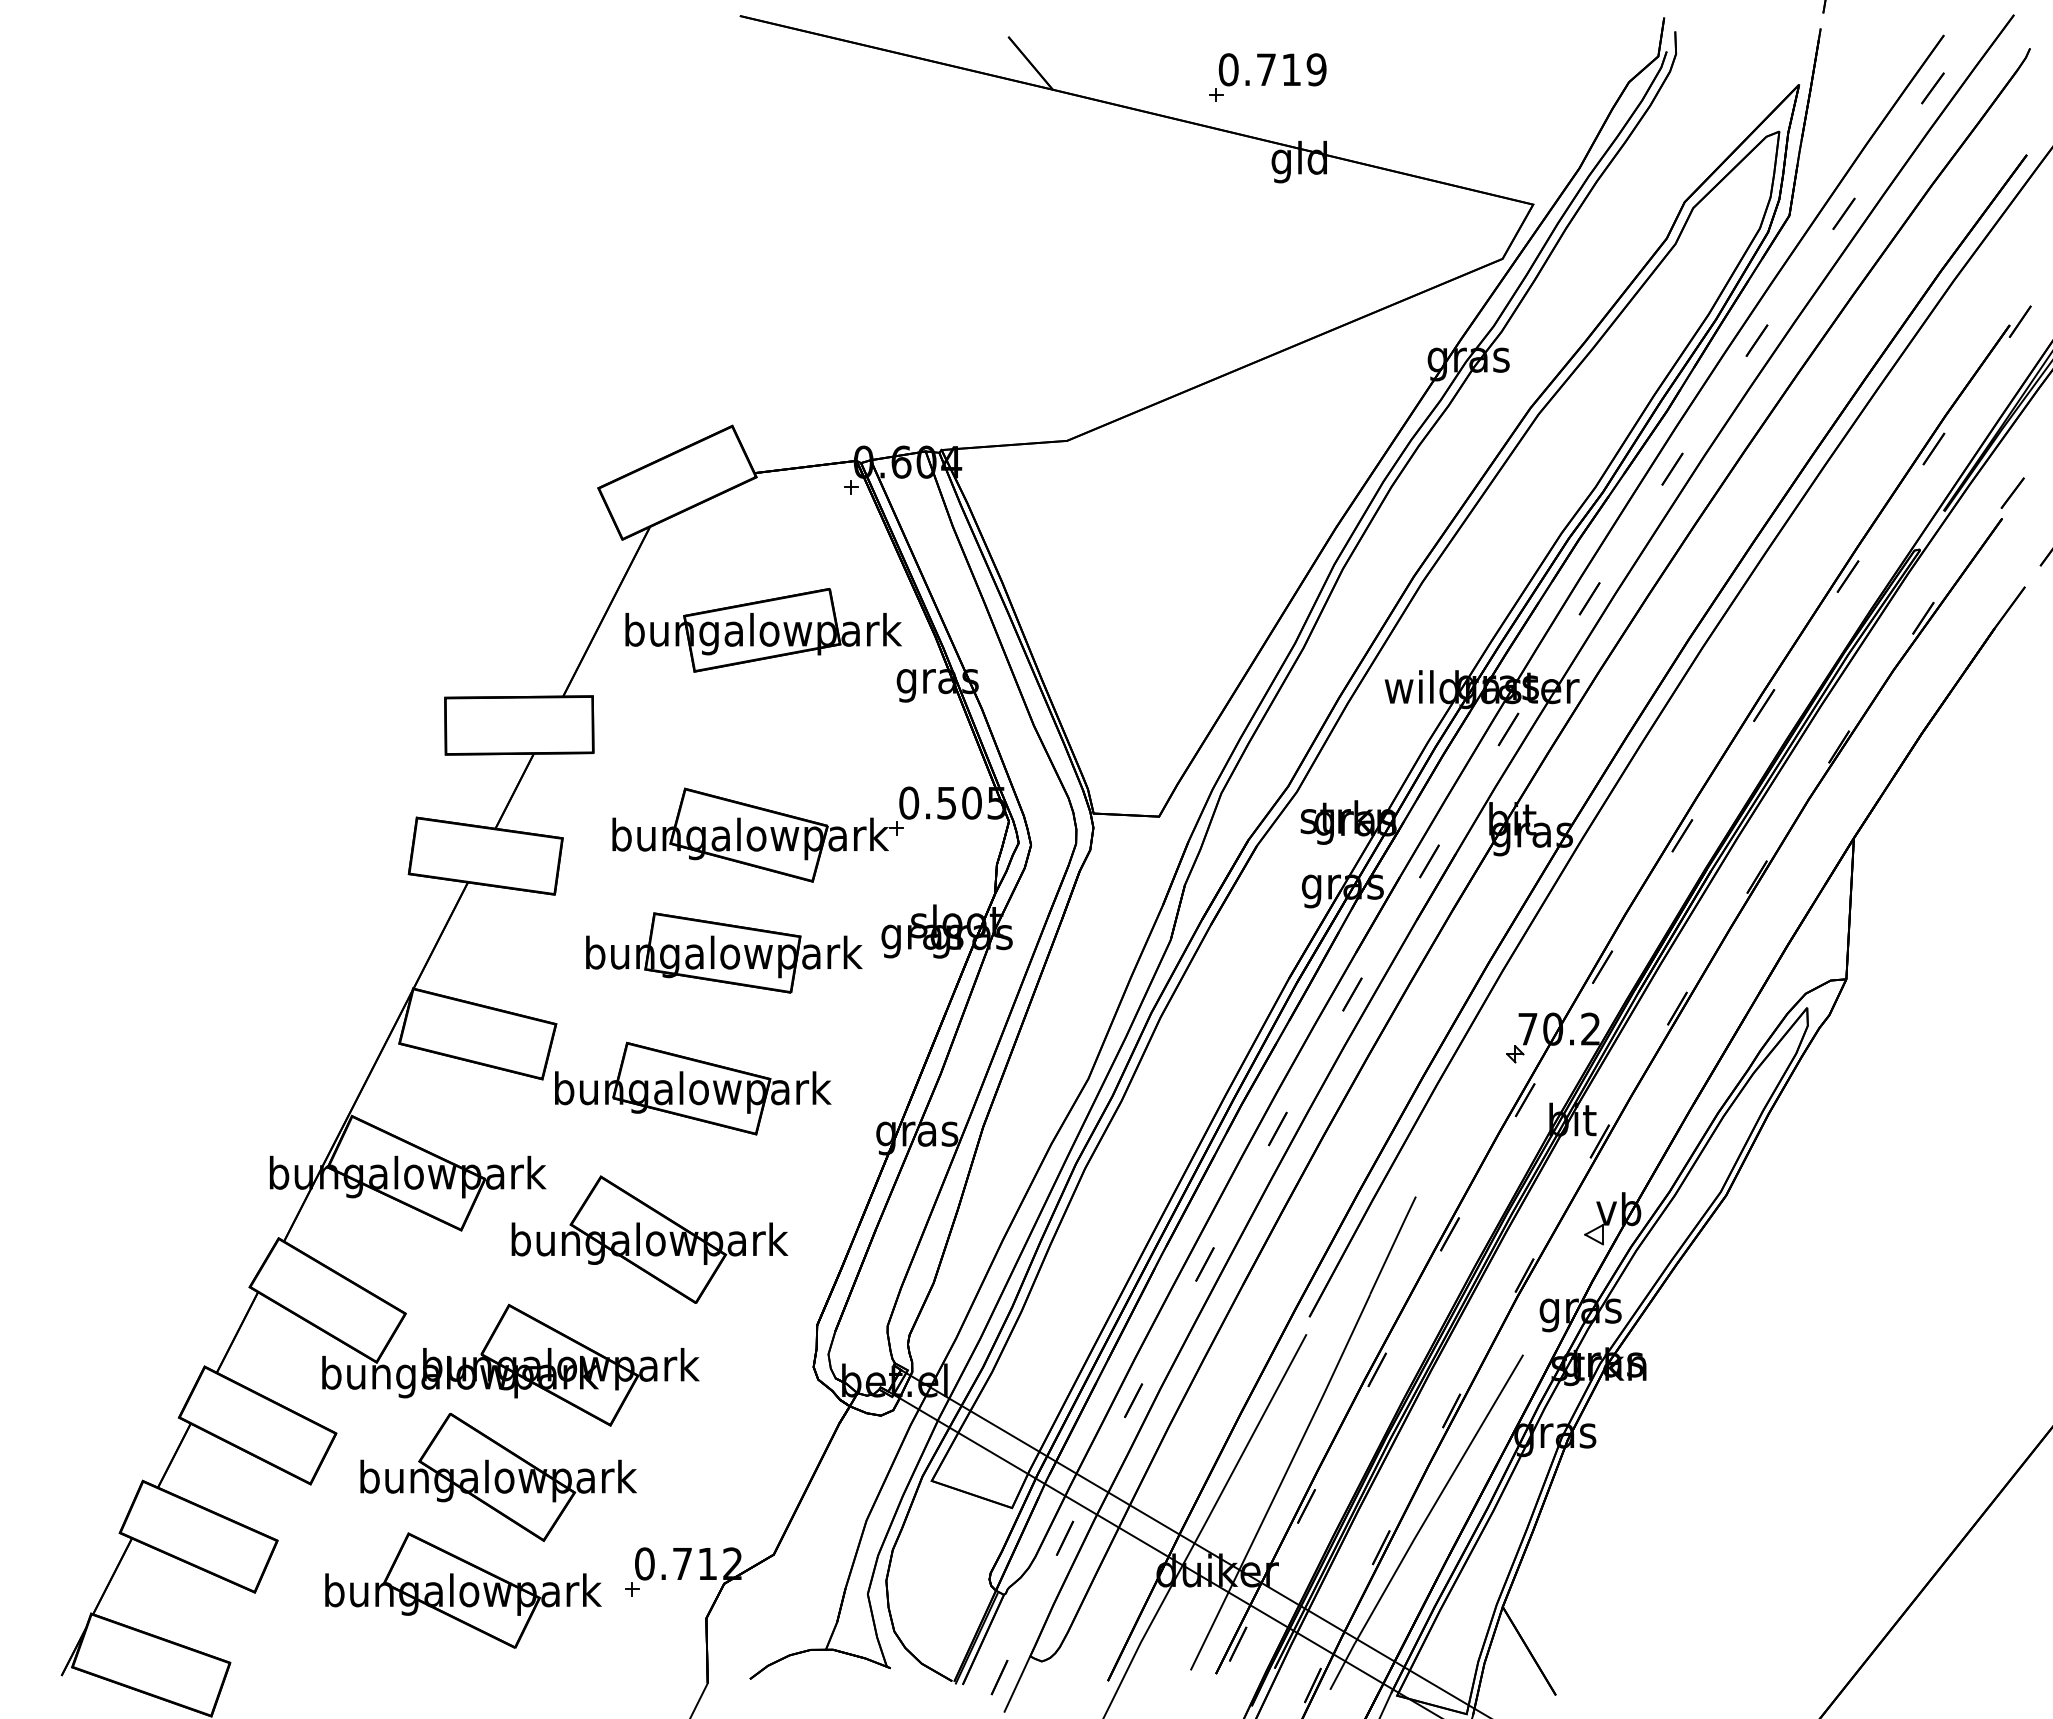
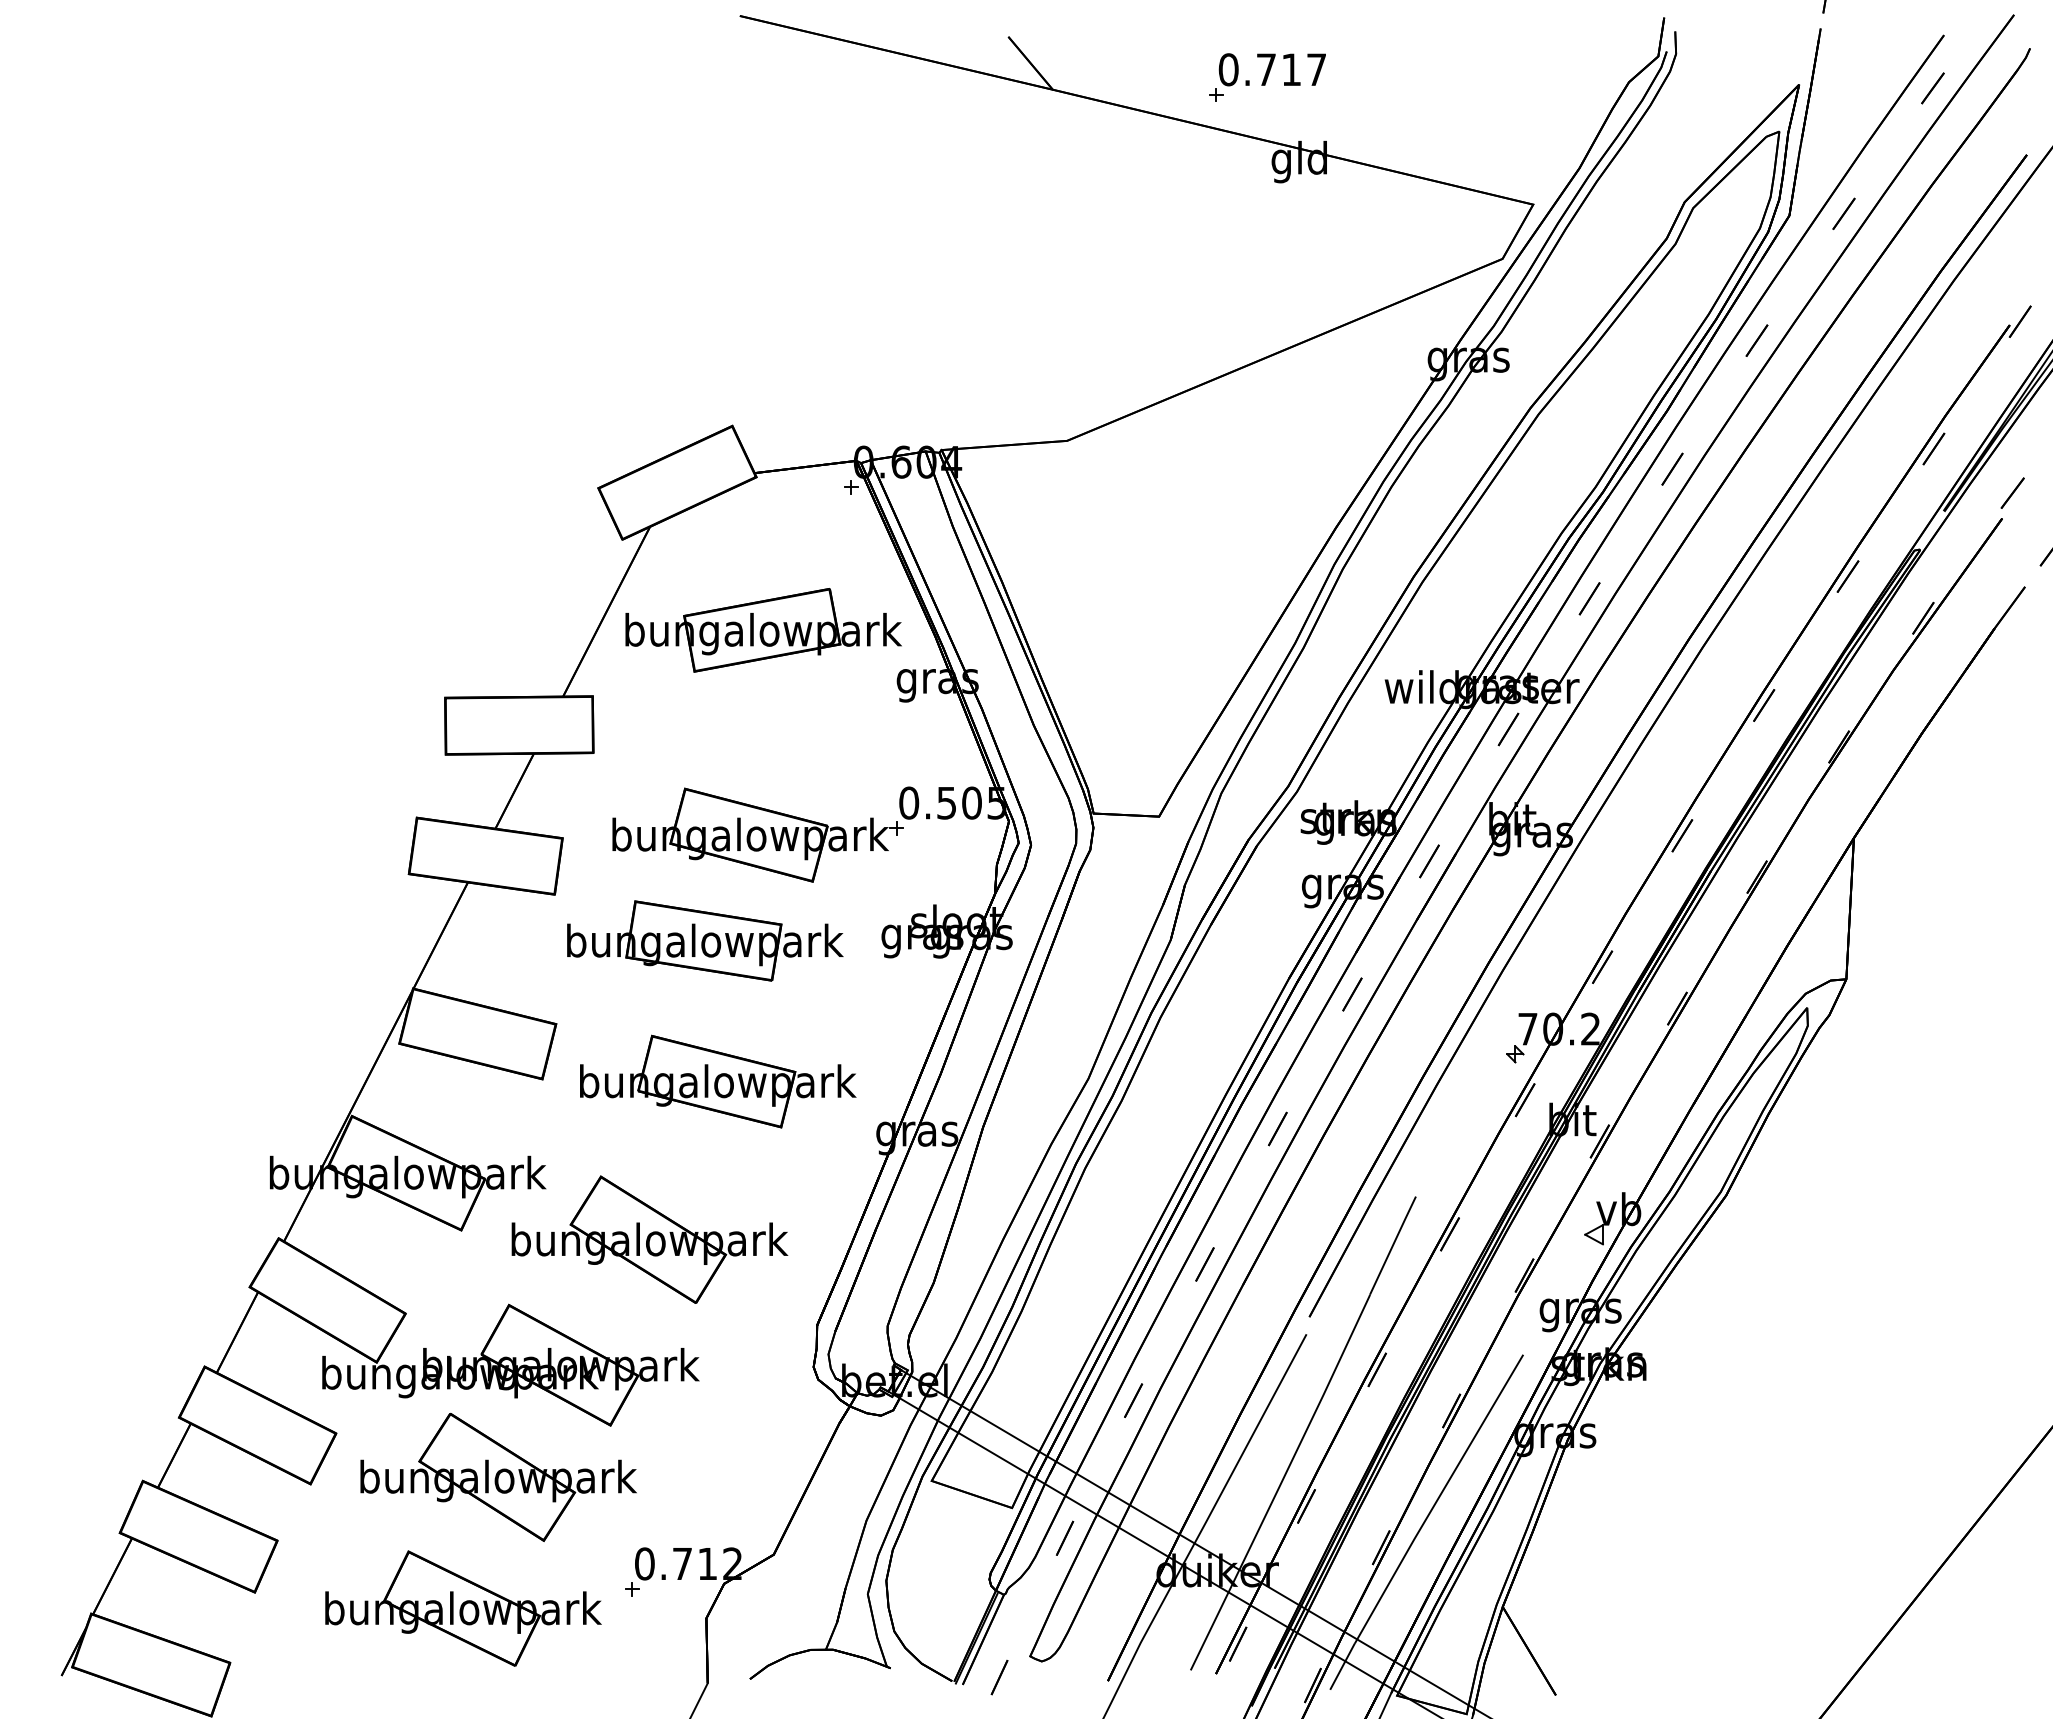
text at (1316, 69): 0.719 -> 0.717
part at (724, 952) position: (724, 952) -> (705, 940)
part at (693, 1088) position: (693, 1088) -> (718, 1081)
part at (463, 1590) position: (463, 1590) -> (463, 1608)
line at (1016, 1684): present -> none
